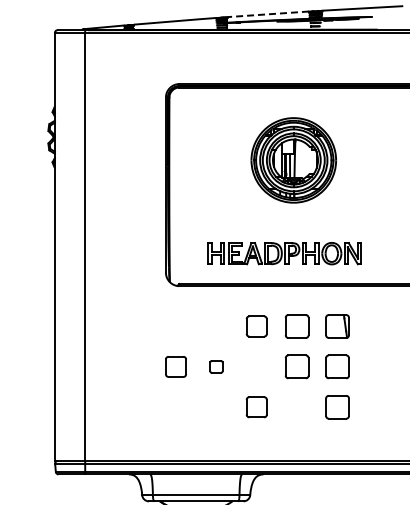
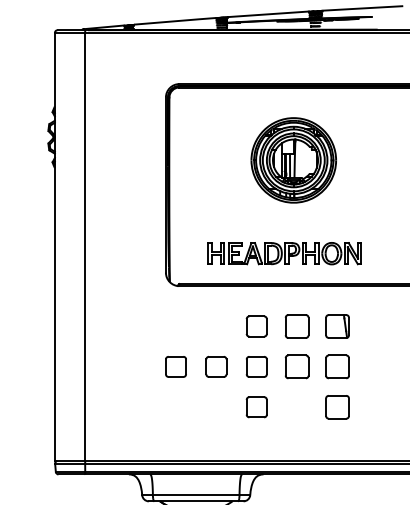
line at (268, 14): dashed -> solid
part at (216, 366) size: 15x14 px -> 23x22 px
part at (256, 366): none -> present
